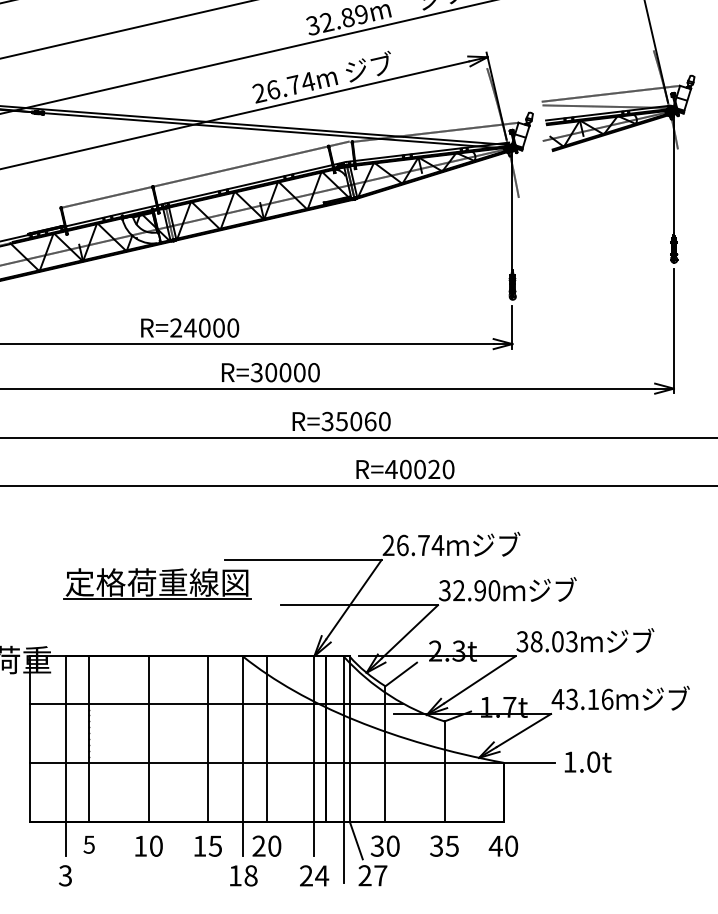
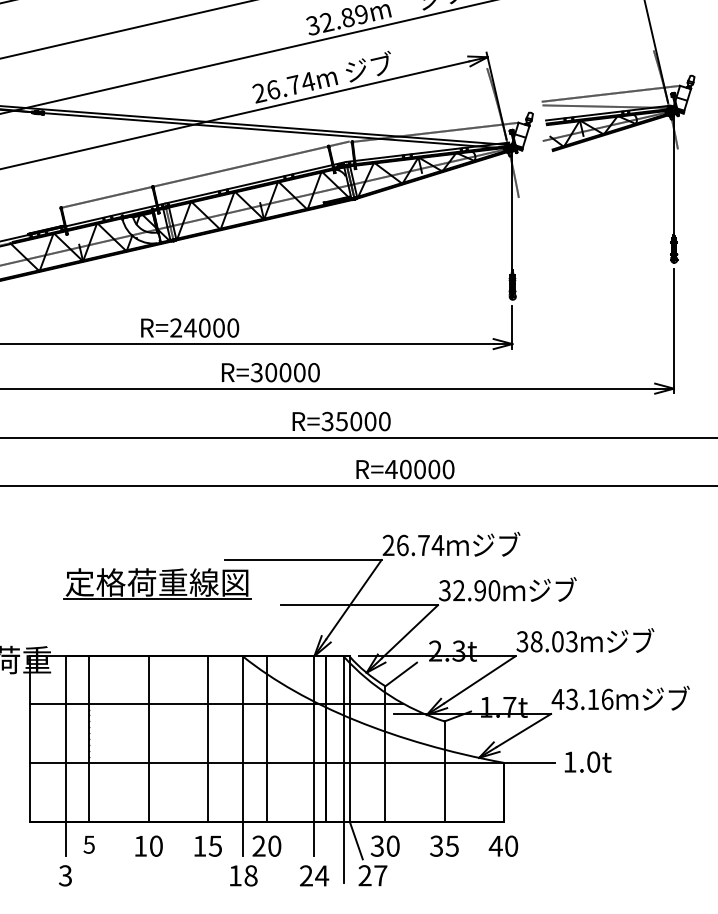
text at (370, 421): R=35060 -> R=35000
text at (434, 469): R=40020 -> R=40000
